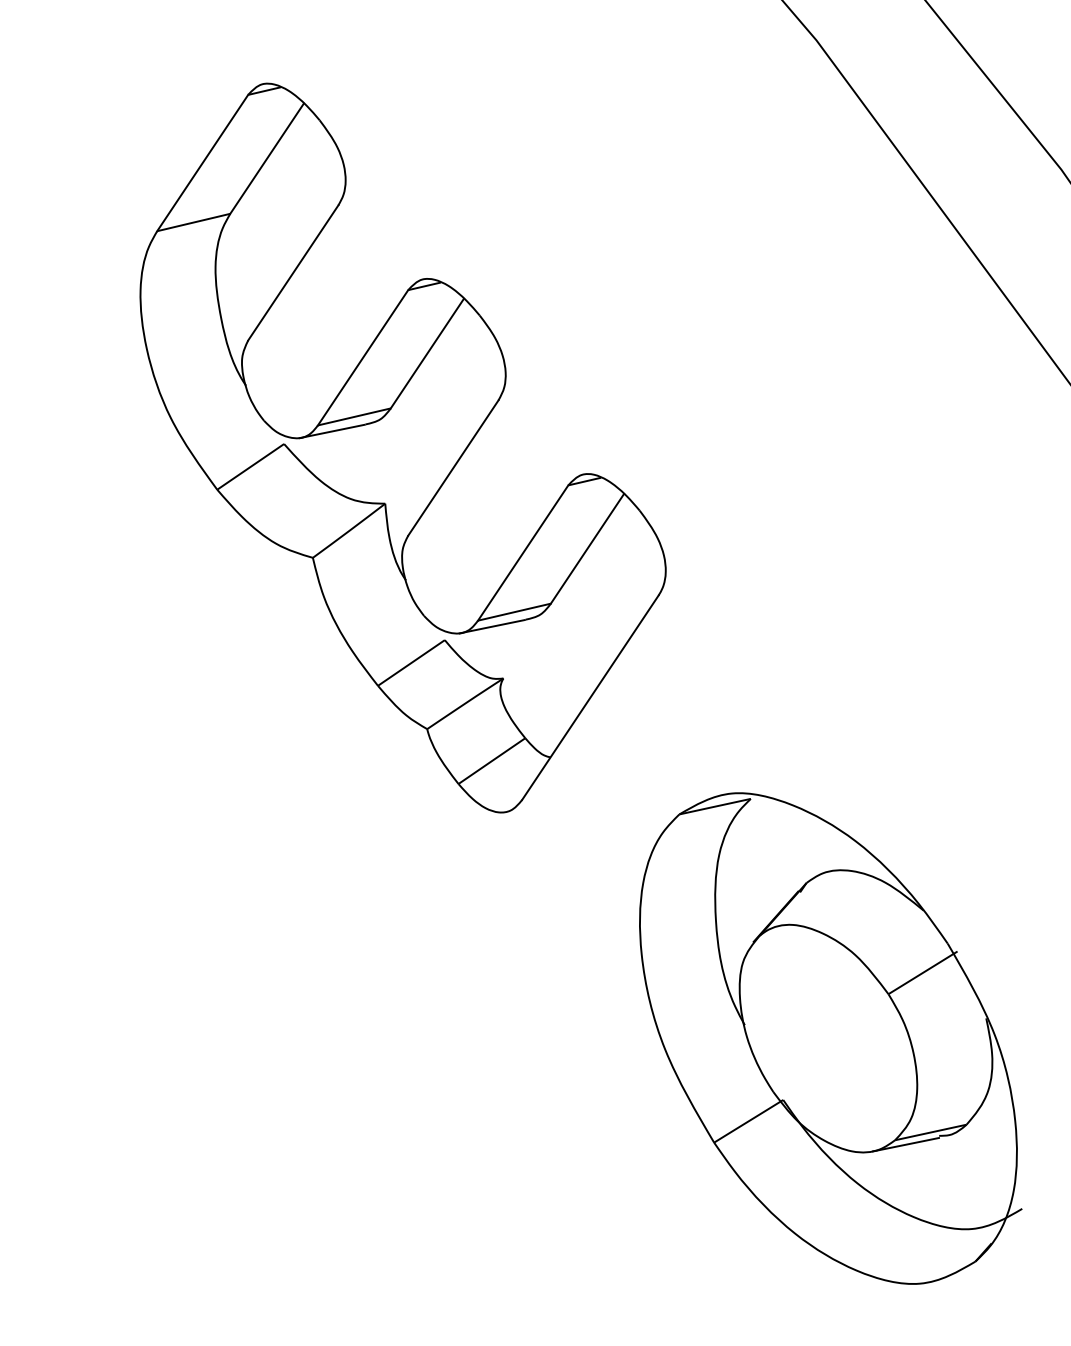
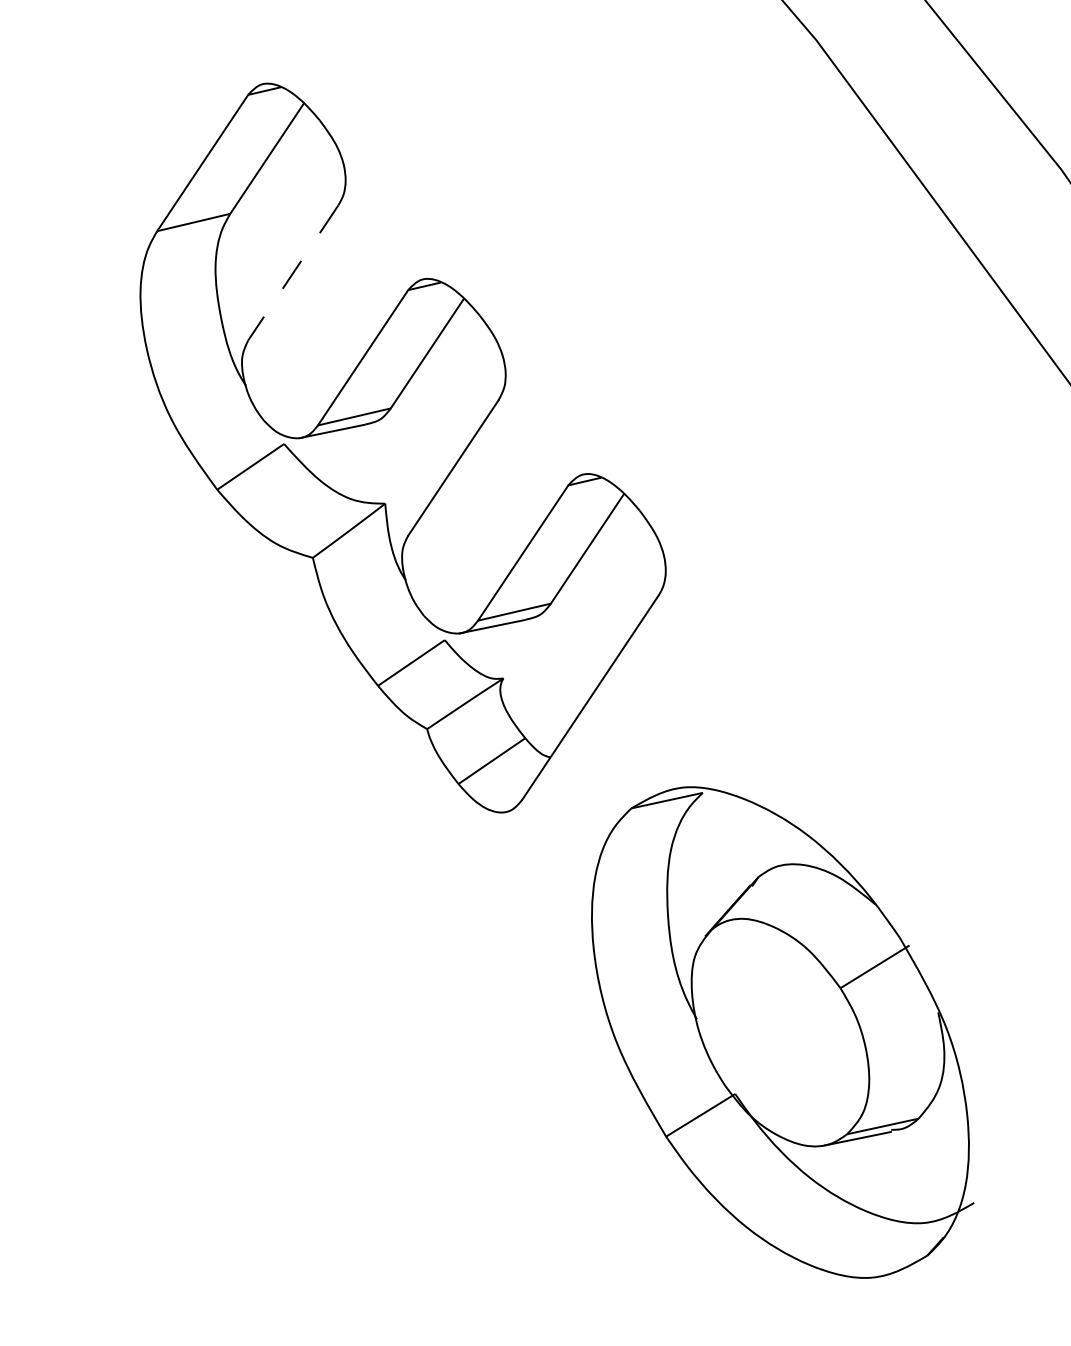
line at (293, 273): solid -> dashed
part at (830, 1038) position: (830, 1038) -> (782, 1032)
